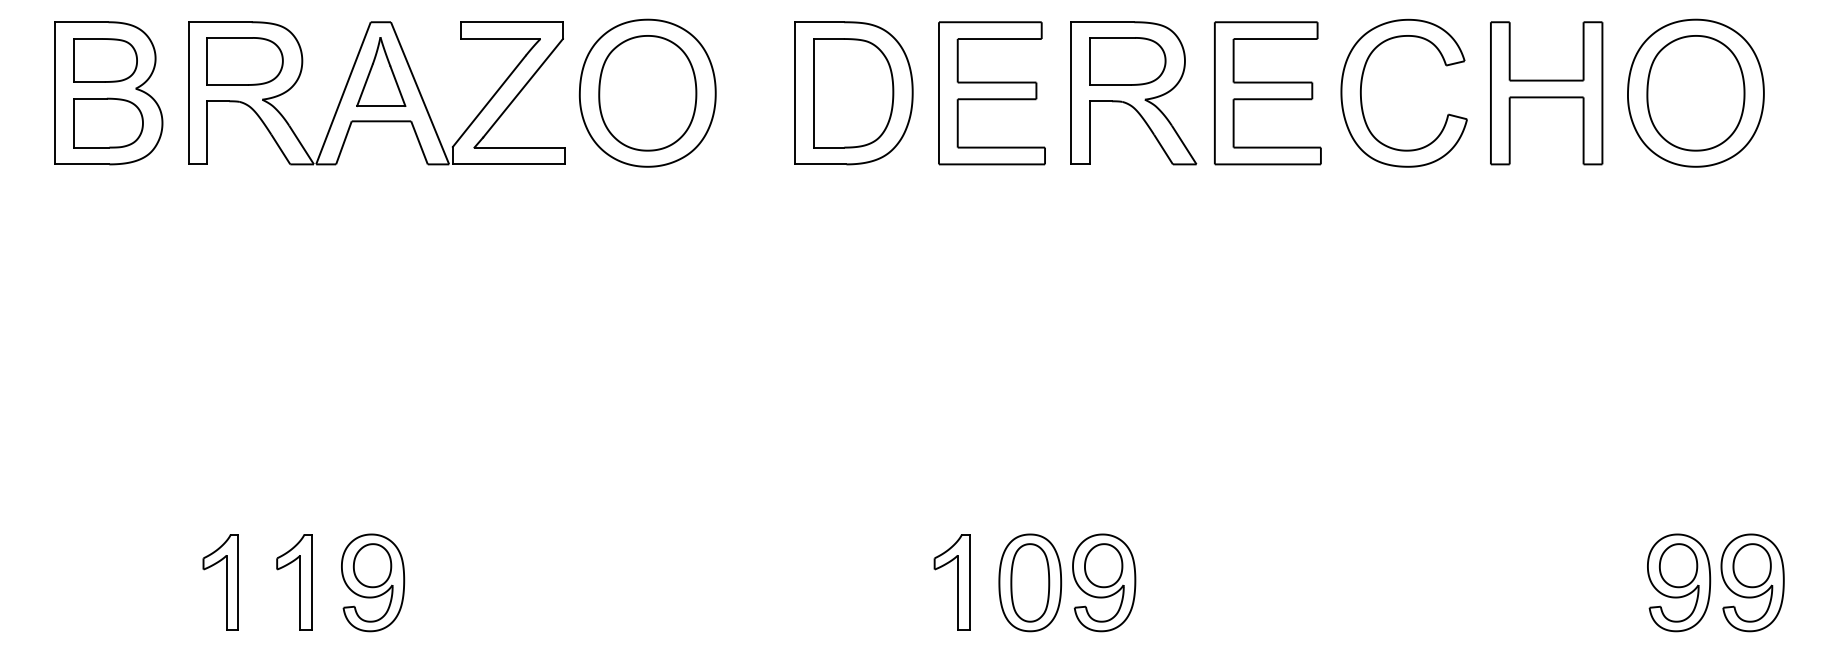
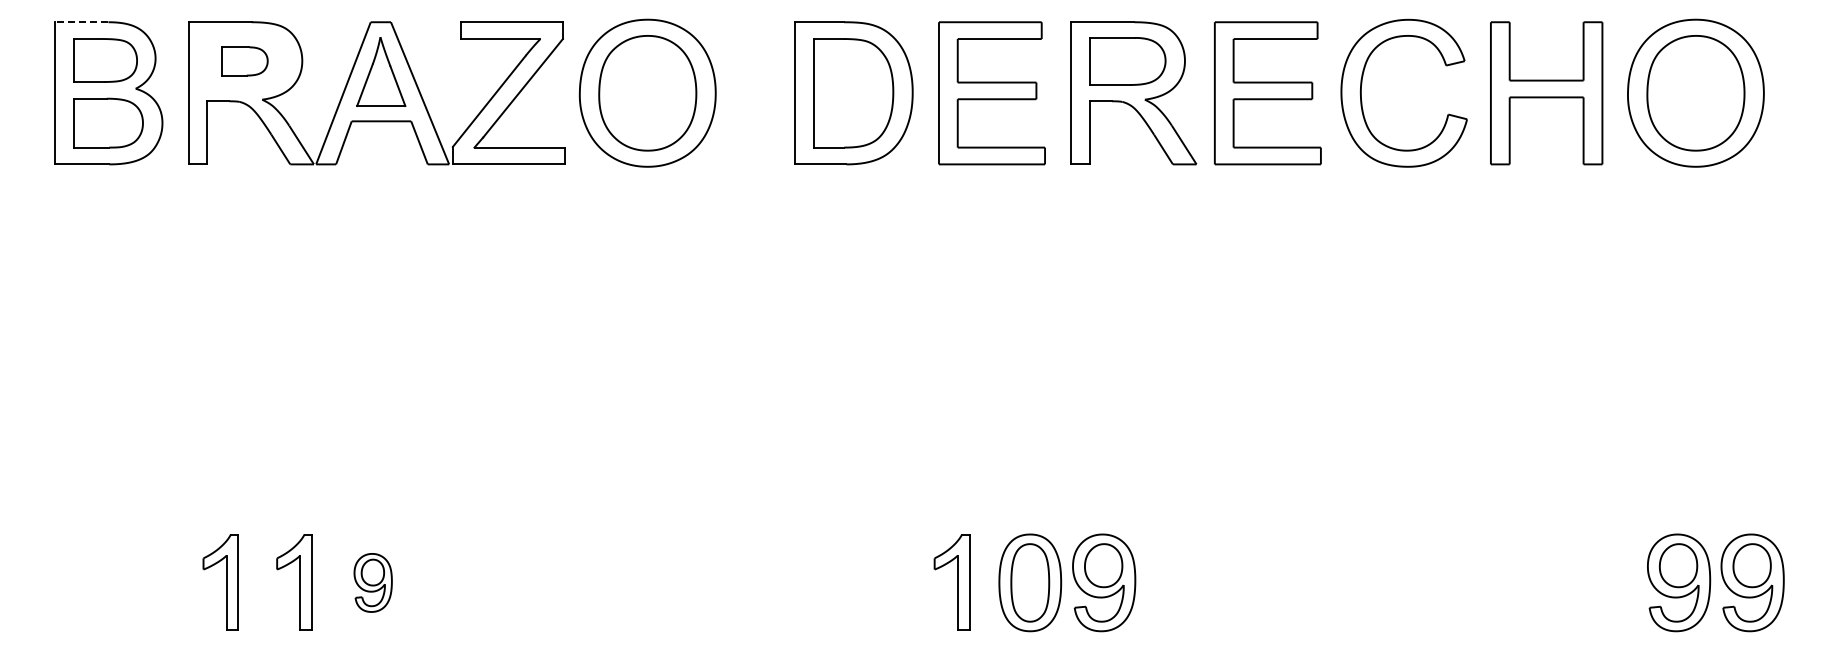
line at (81, 22): solid -> dashed
part at (244, 61) size: 78x49 px -> 48x31 px
part at (373, 582) size: 65x100 px -> 40x60 px
